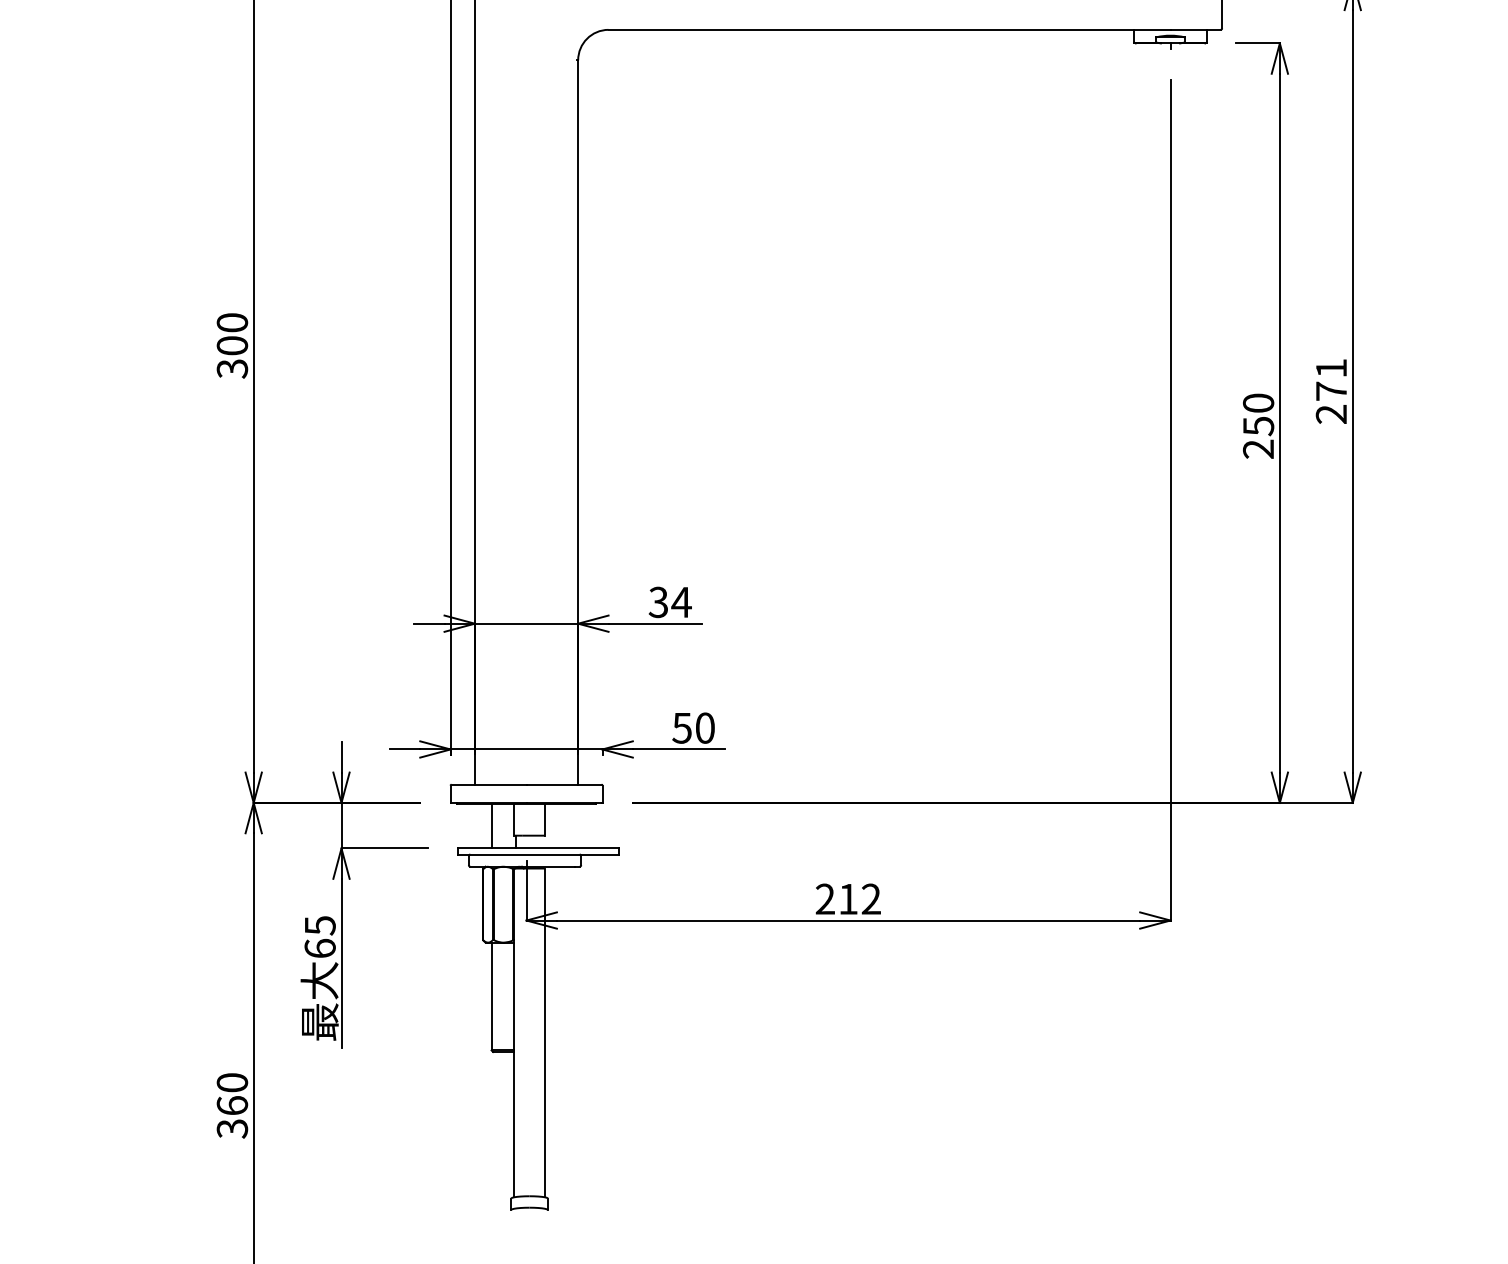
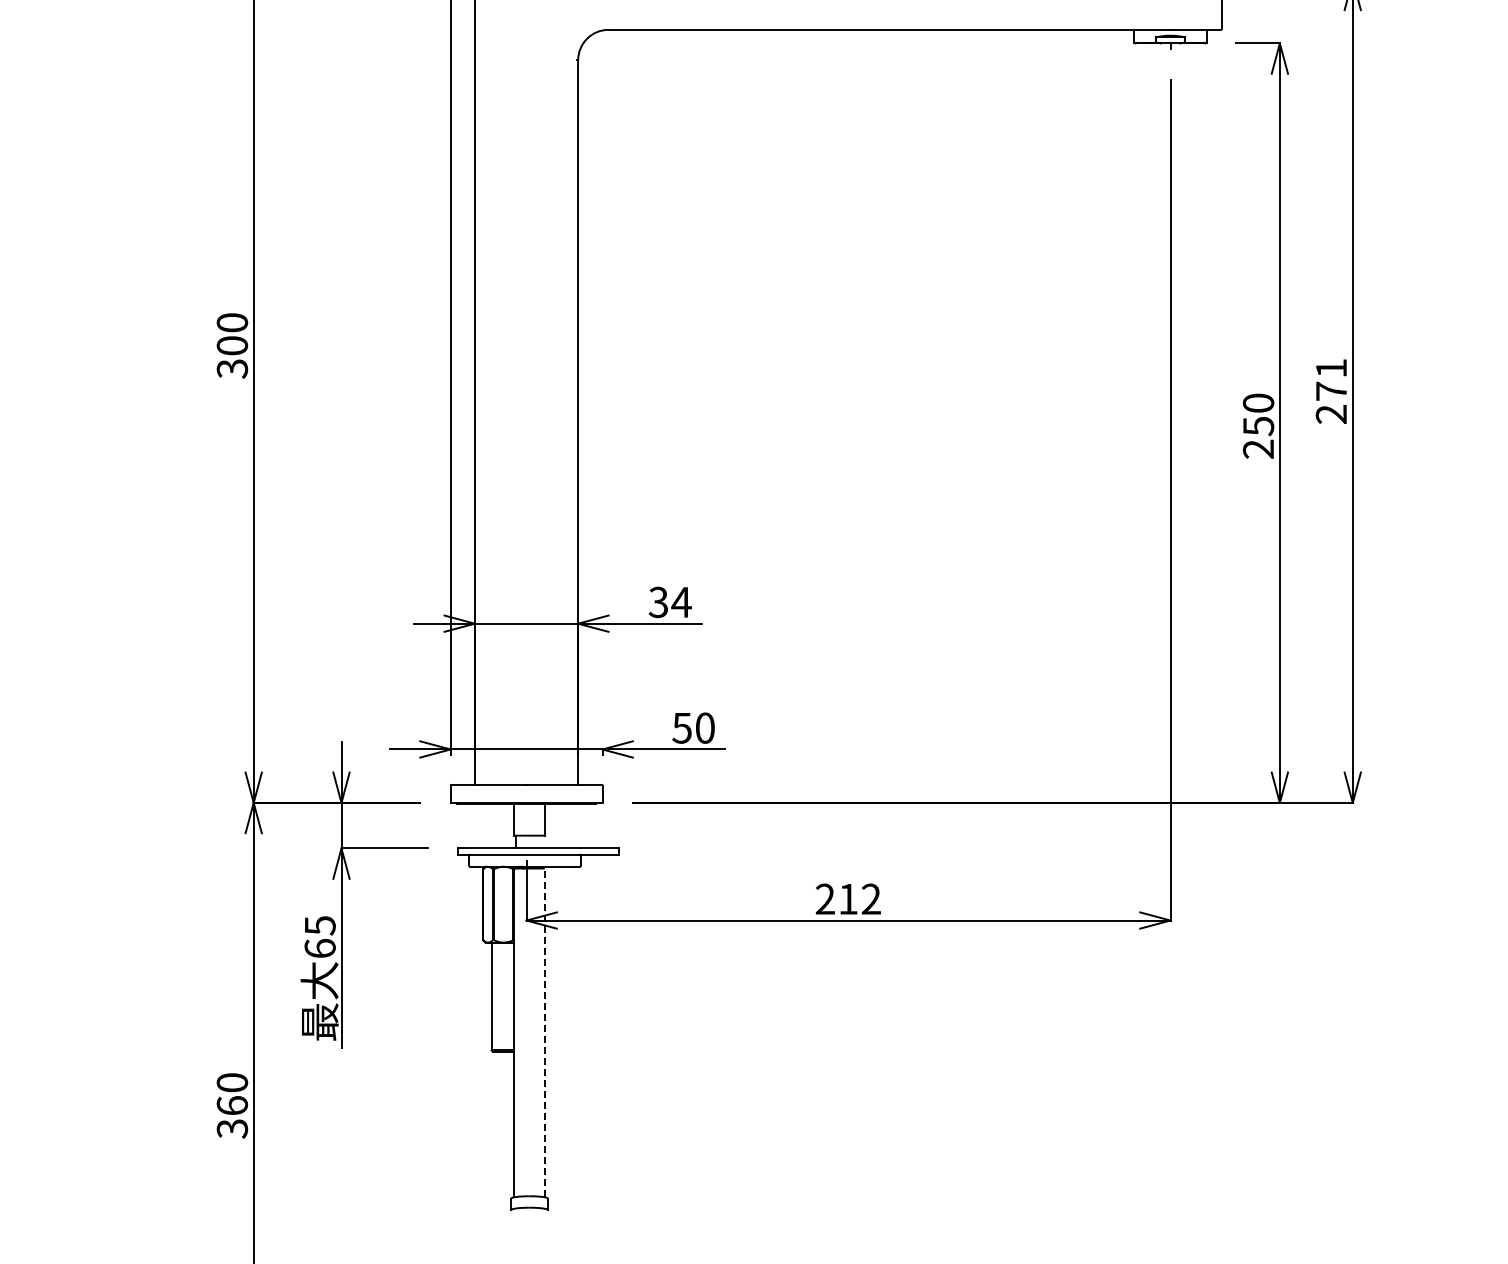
line at (491, 826): present -> none
line at (544, 1032): solid -> dashed
